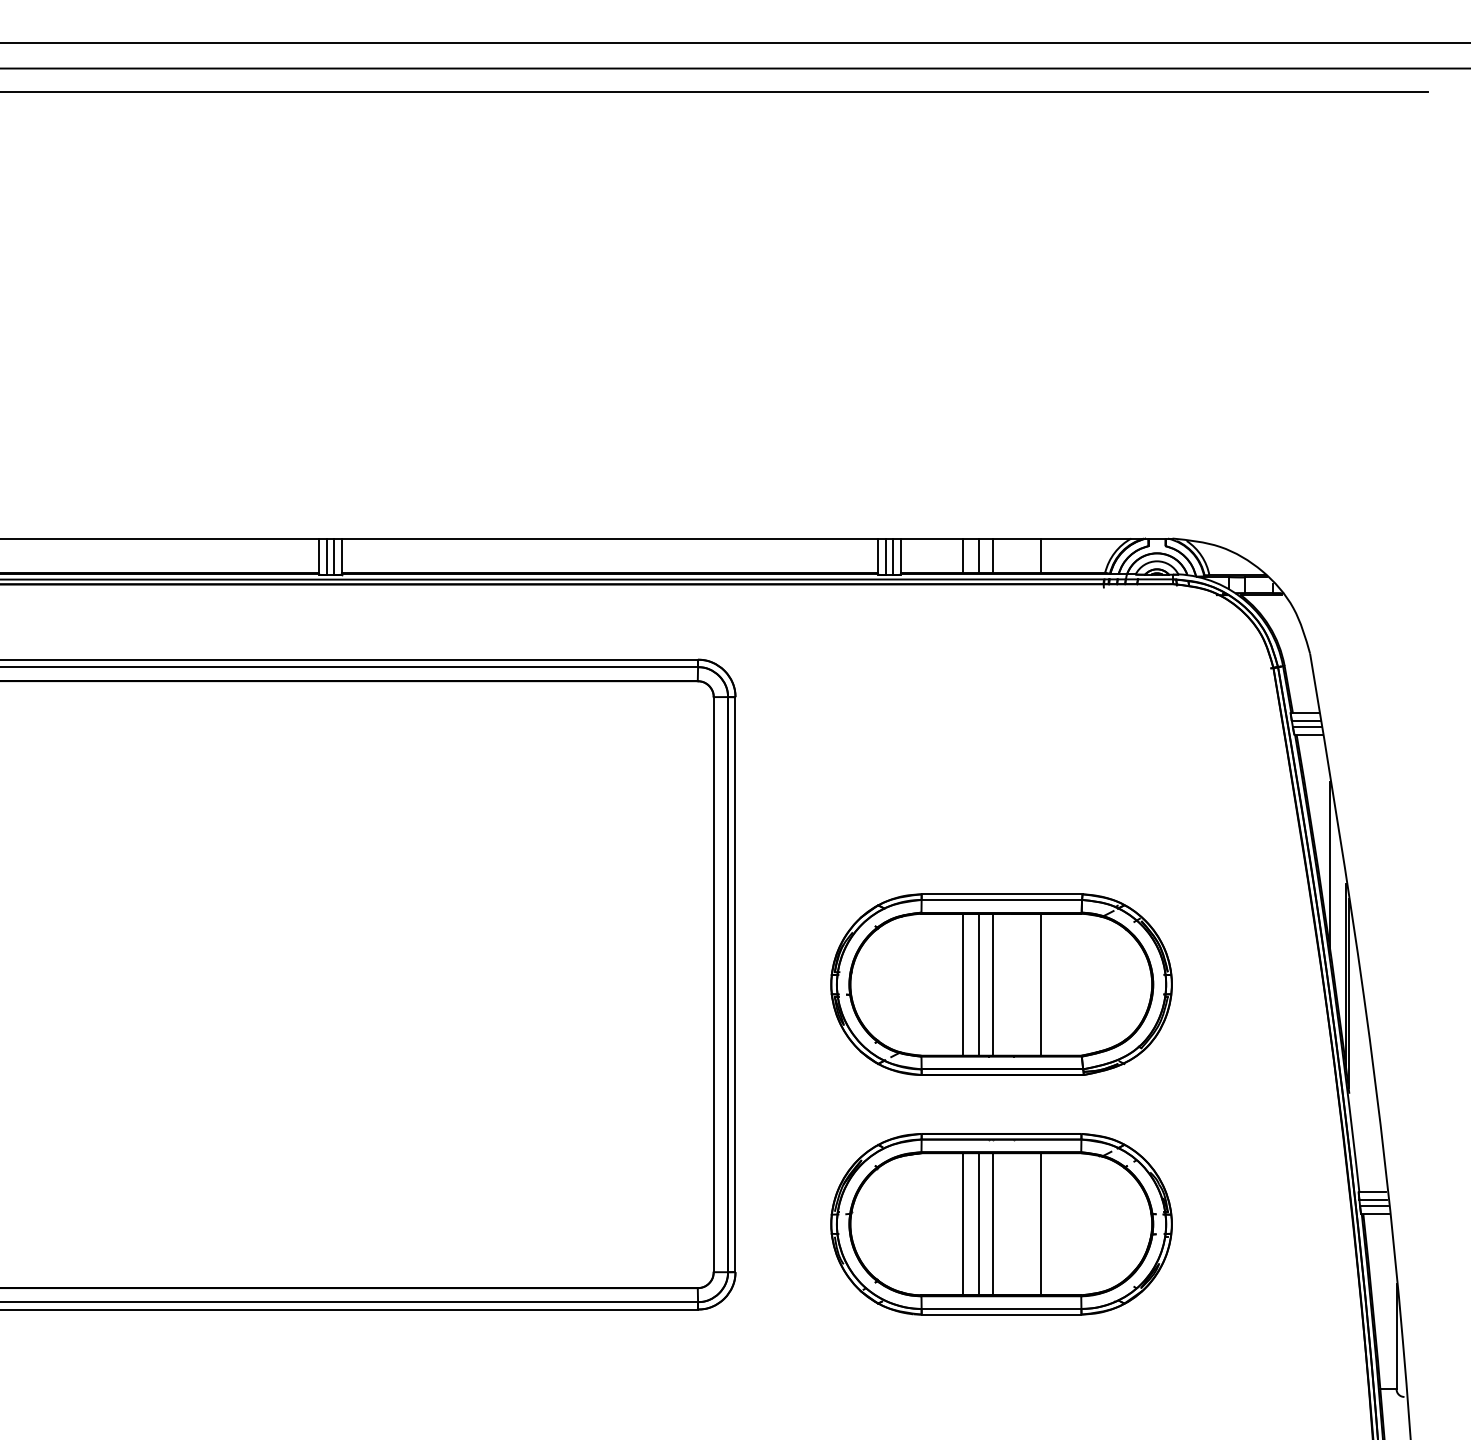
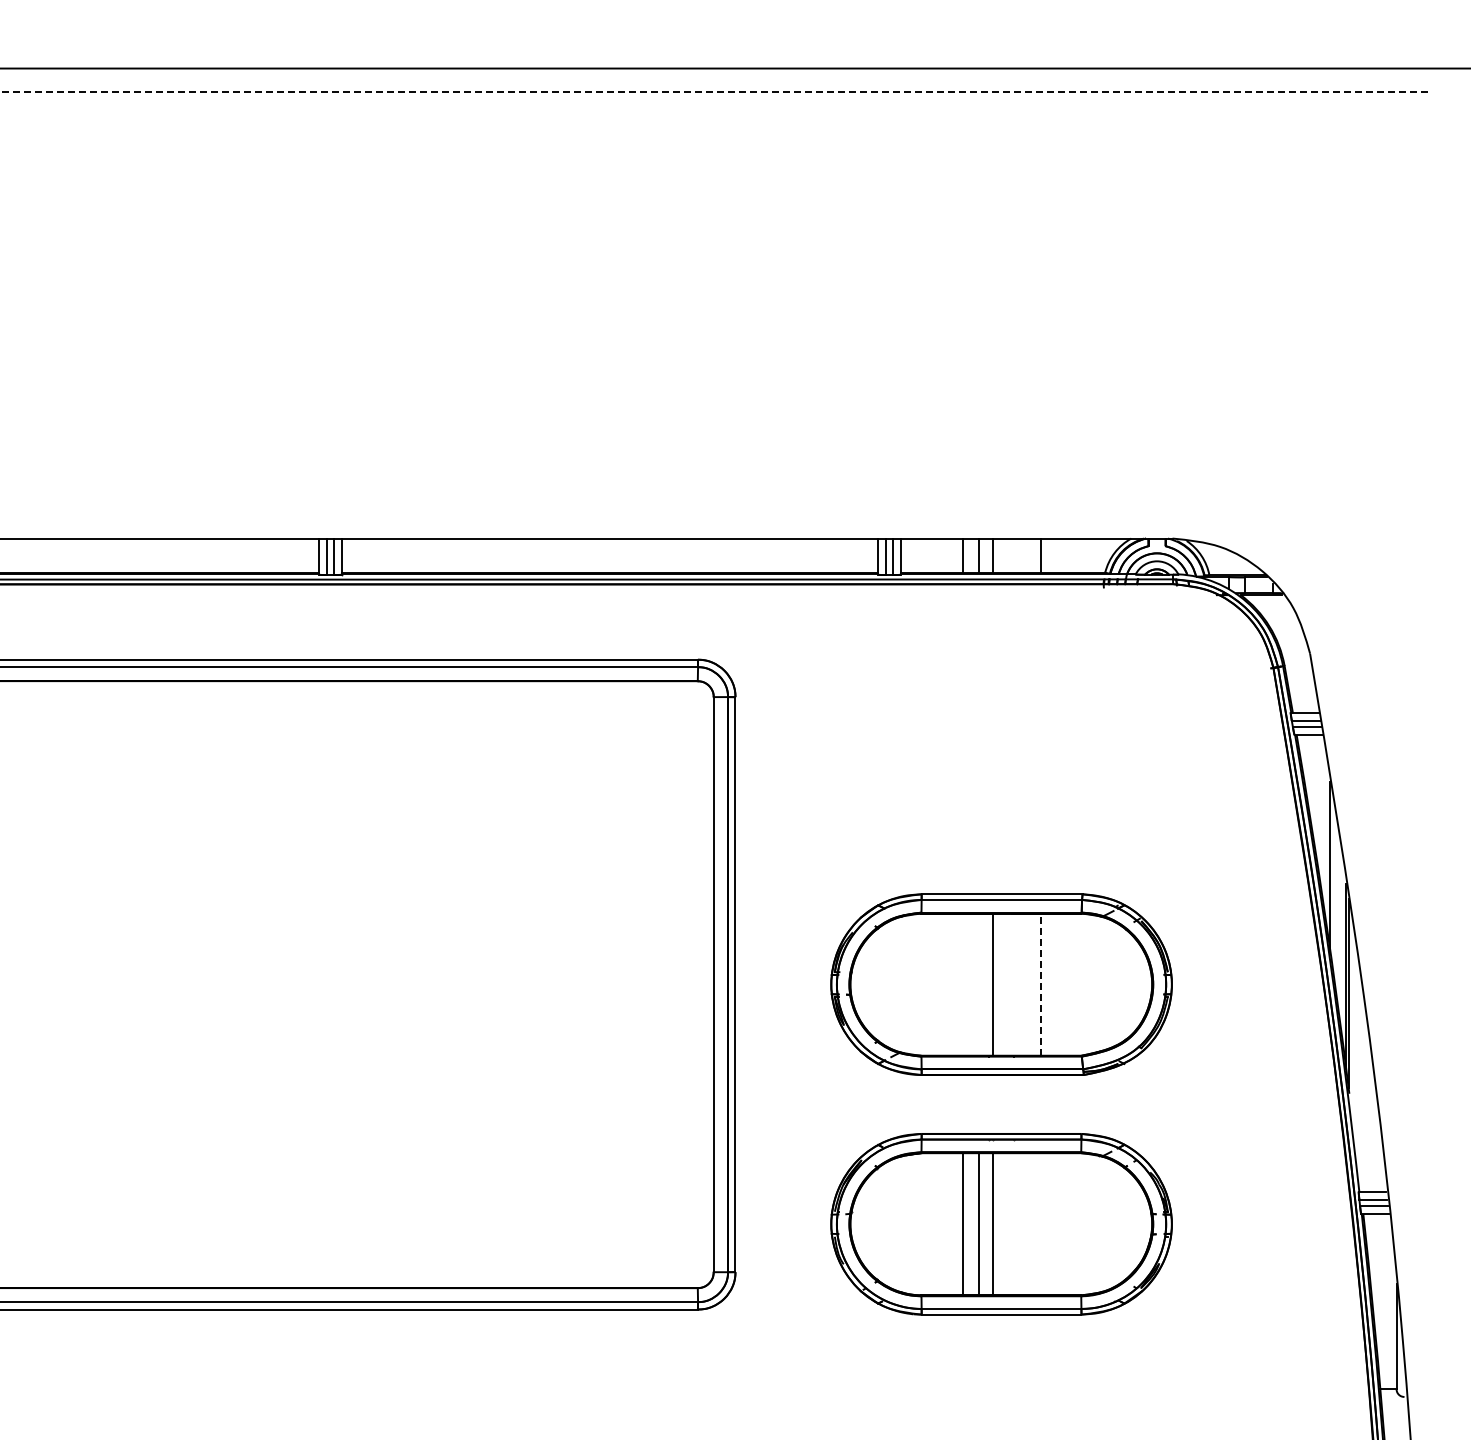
line at (734, 42): present -> none
line at (713, 92): solid -> dashed
line at (963, 984): present -> none
line at (979, 984): present -> none
line at (1040, 984): solid -> dashed
line at (1040, 1224): present -> none
